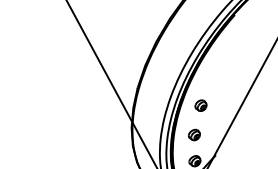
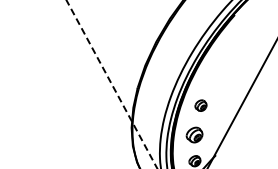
line at (111, 83): solid -> dashed
part at (193, 134) size: 14x14 px -> 19x18 px
